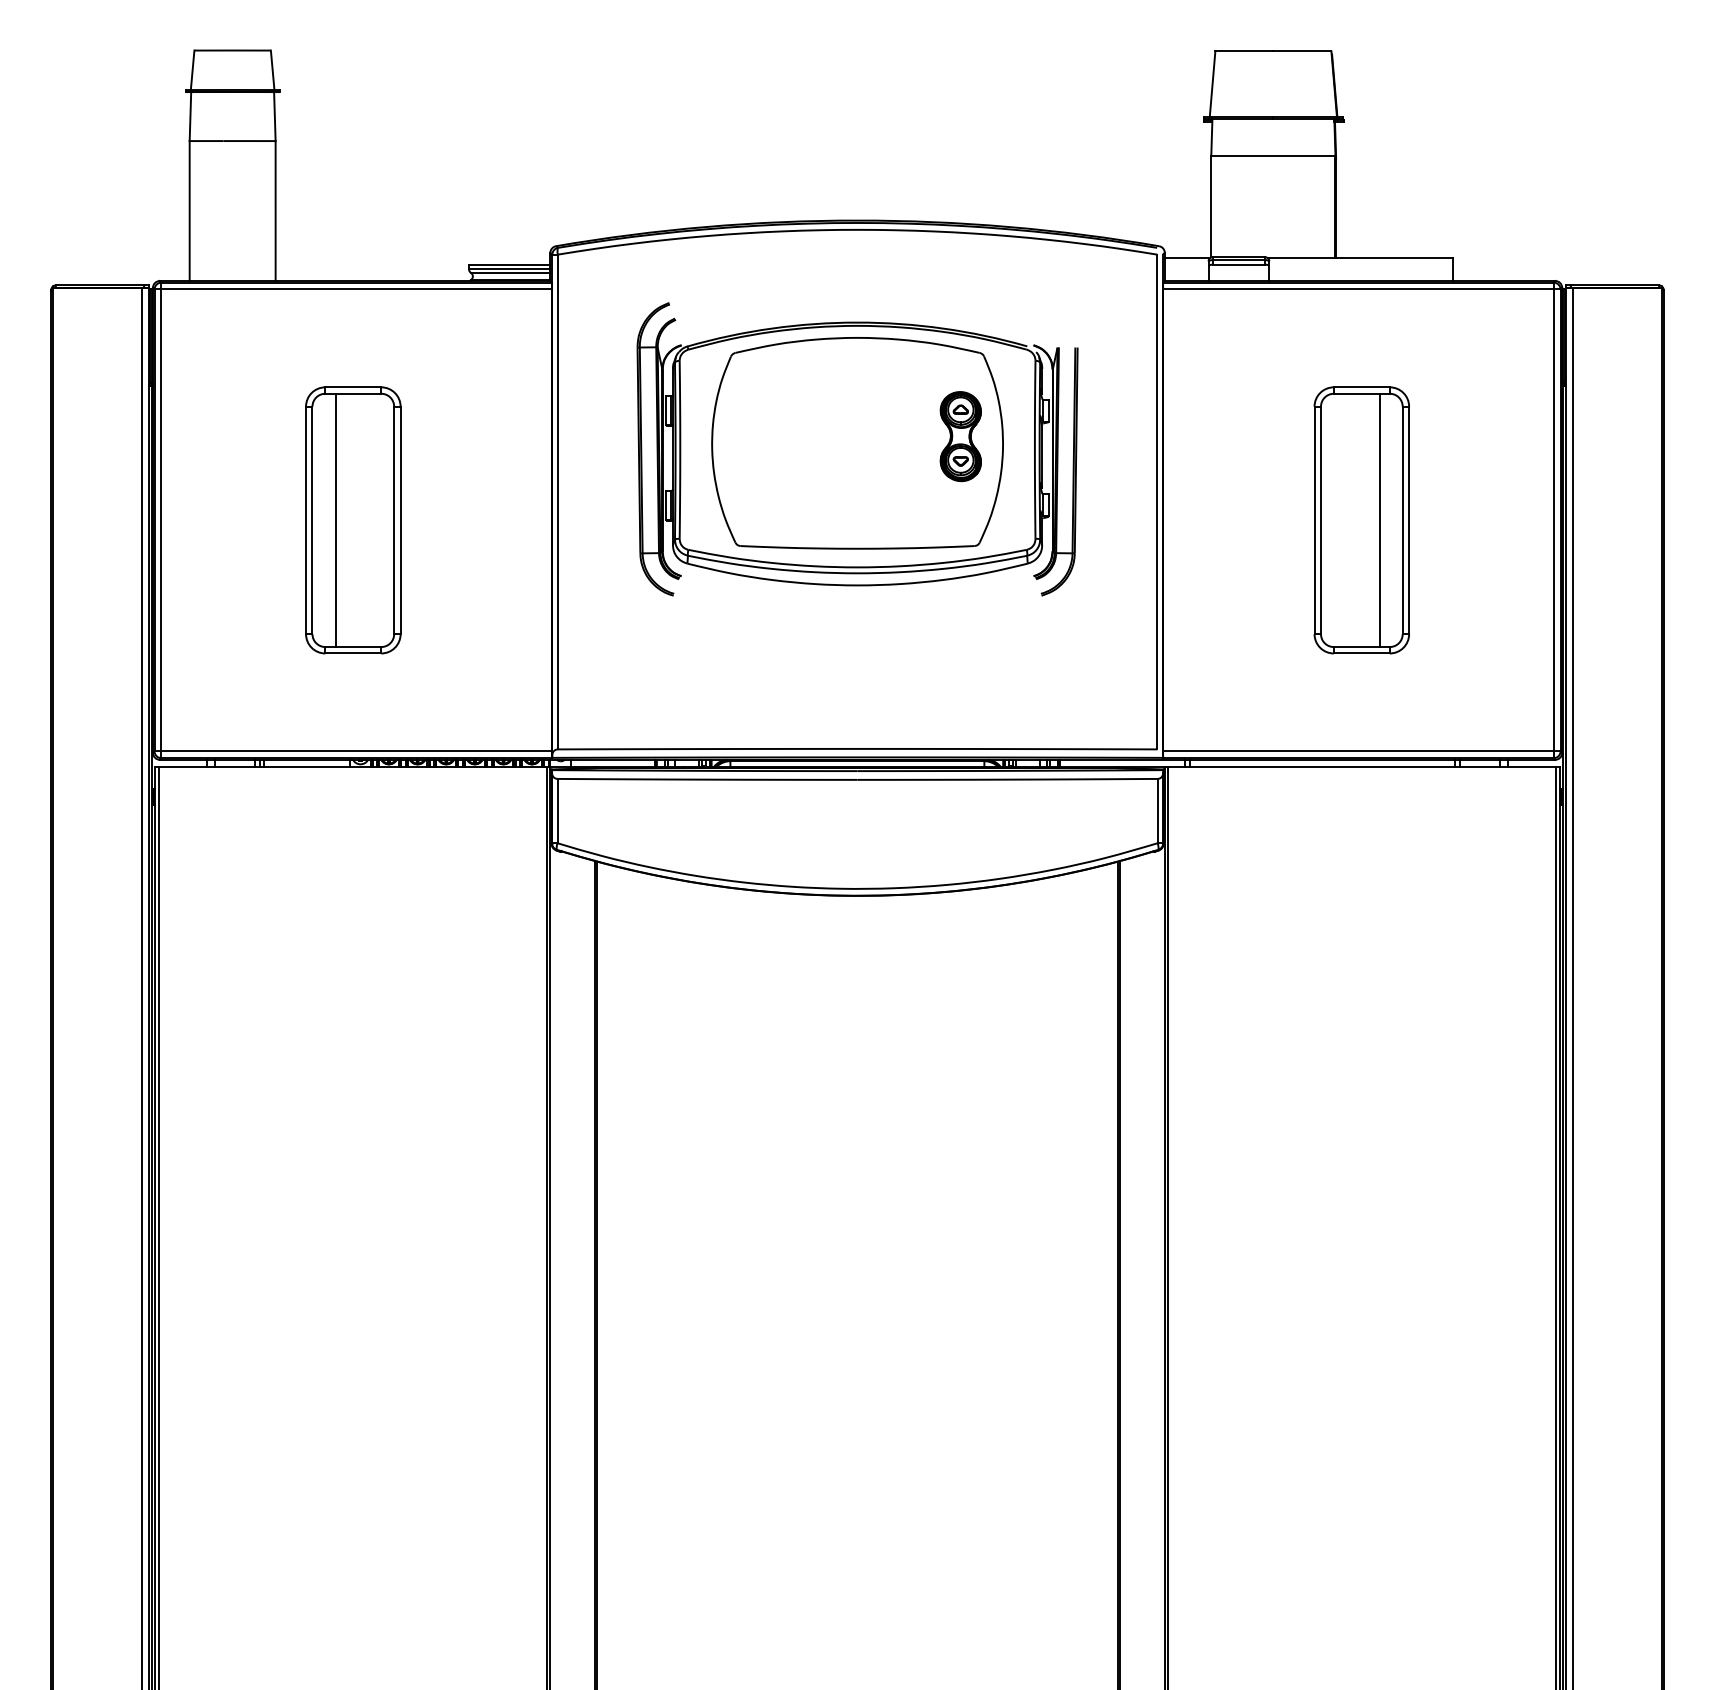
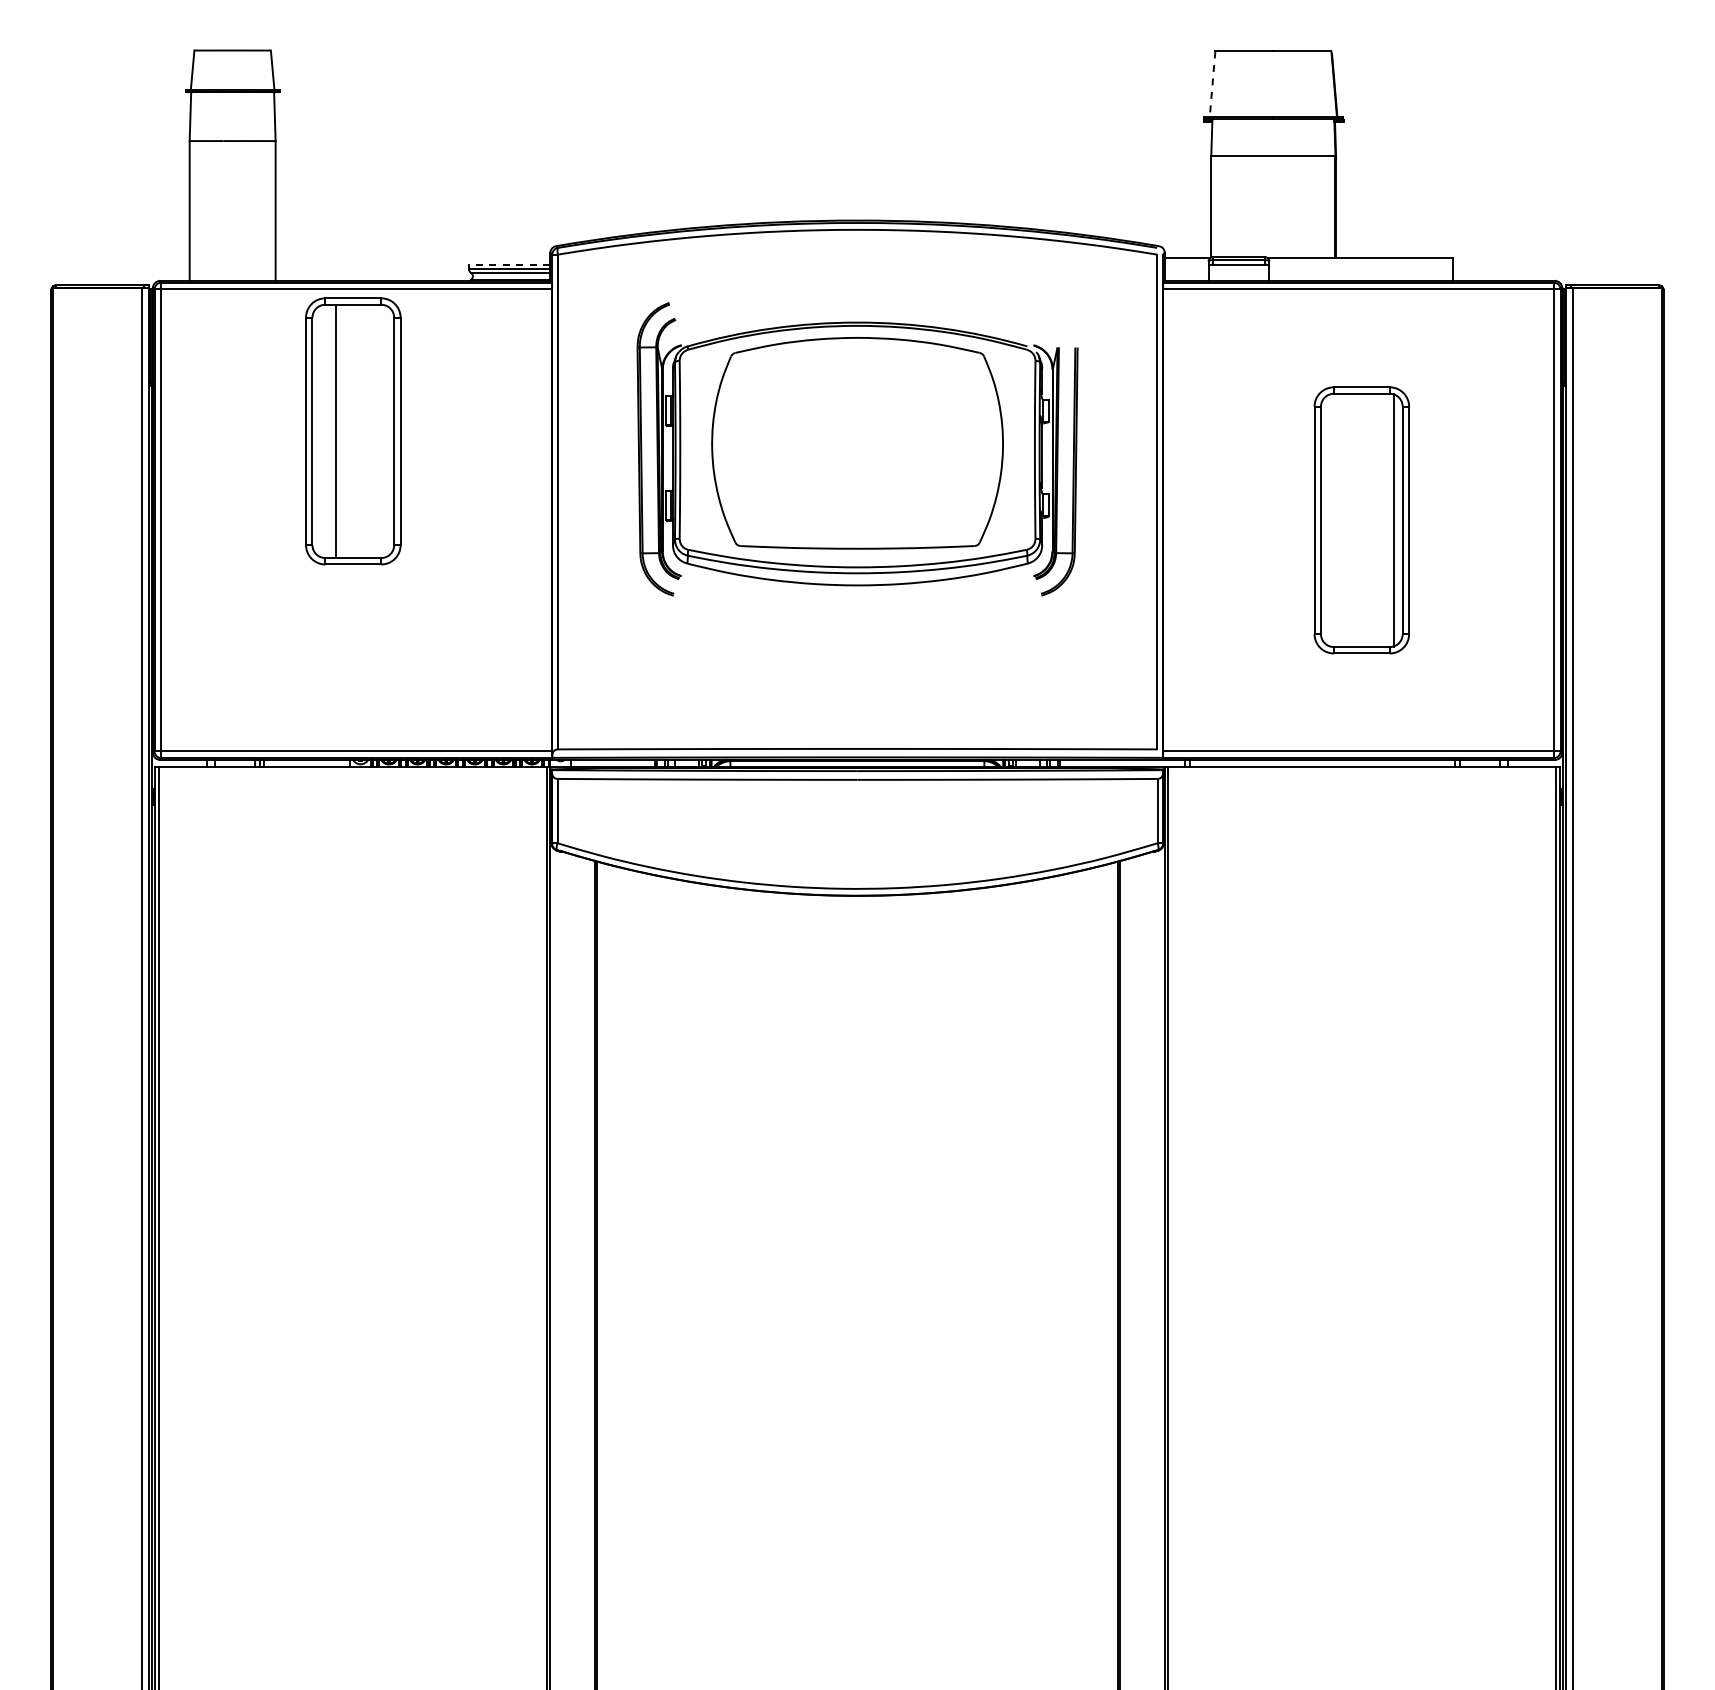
line at (1212, 84): solid -> dashed
line at (509, 264): solid -> dashed
part at (960, 436): present -> none
part at (353, 520) position: (353, 520) -> (353, 431)
line at (1379, 520) position: (1379, 520) -> (1393, 520)
